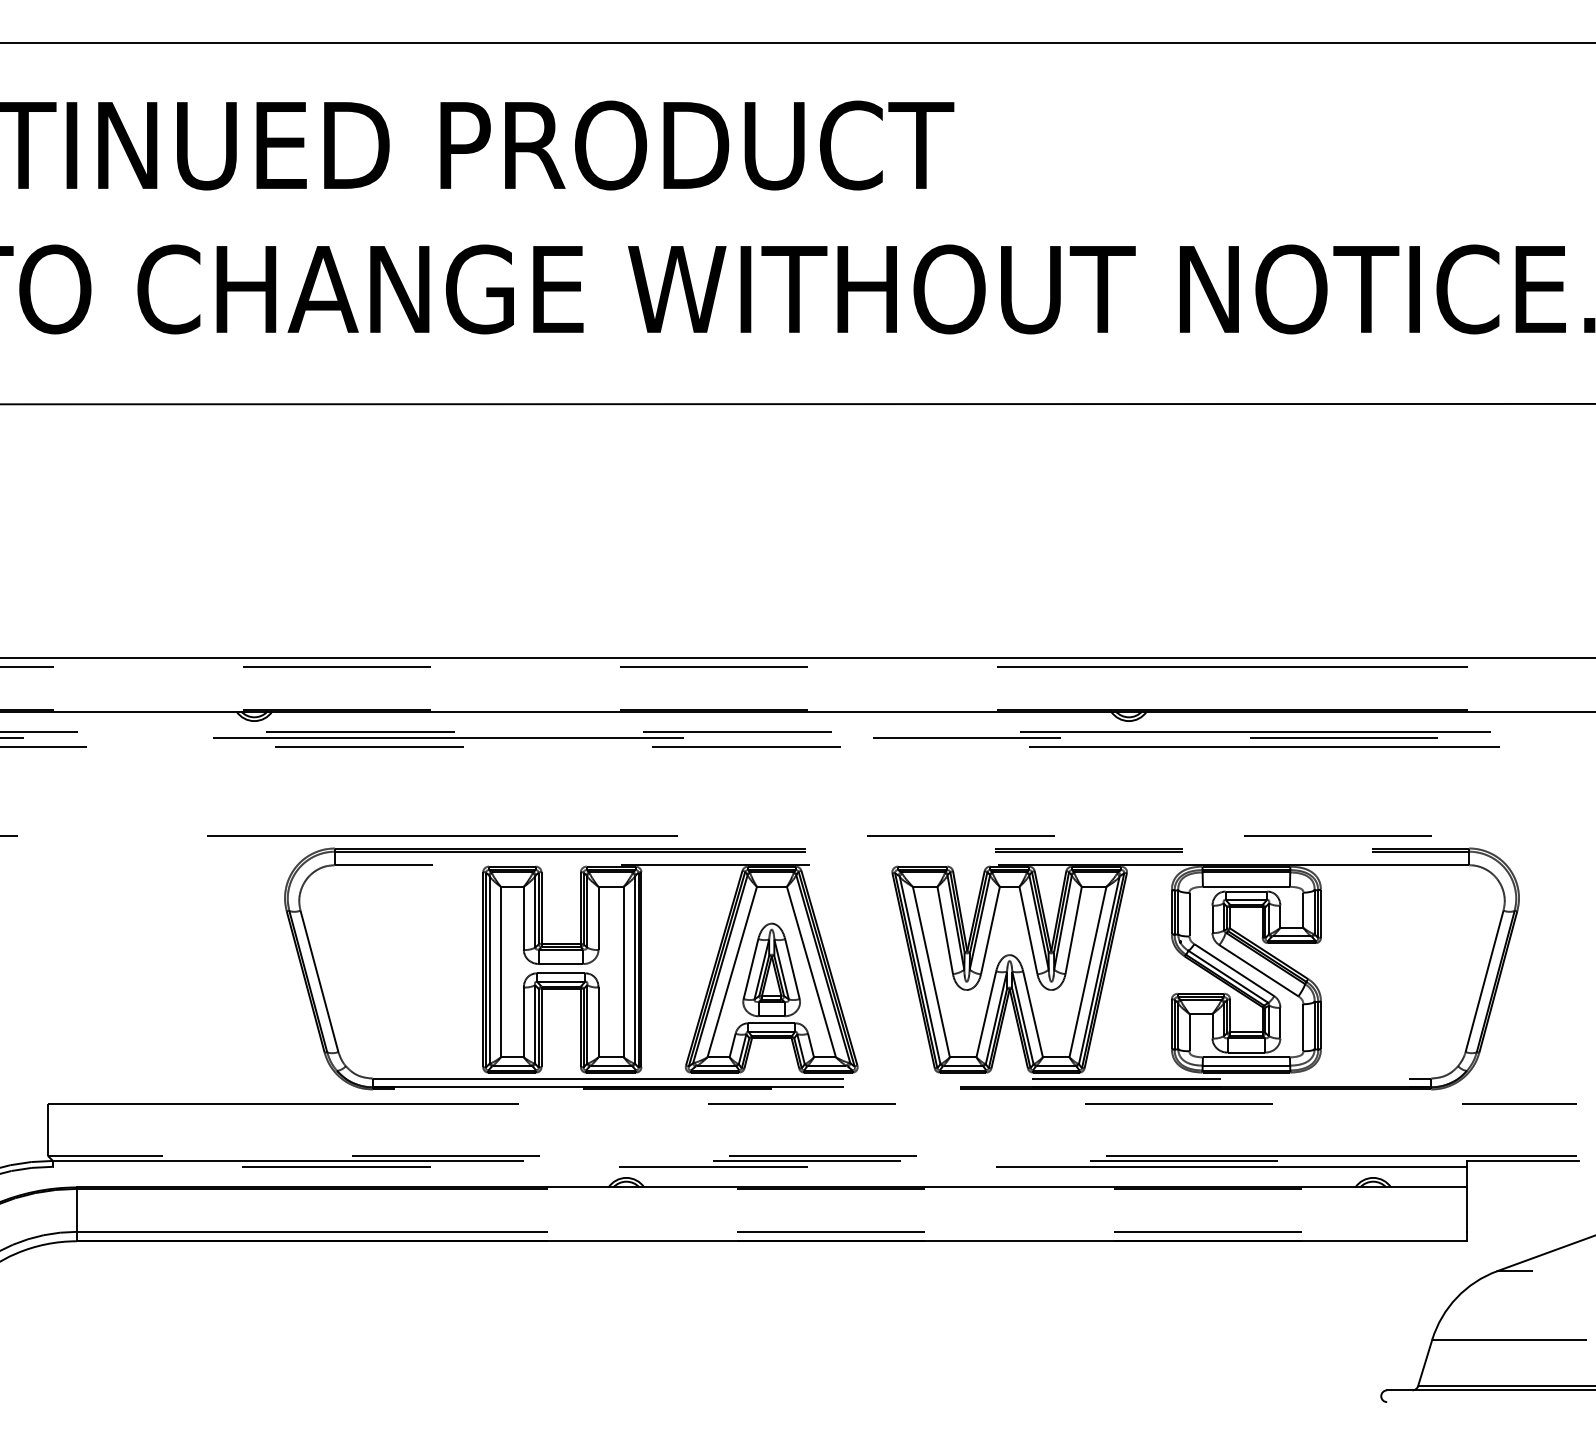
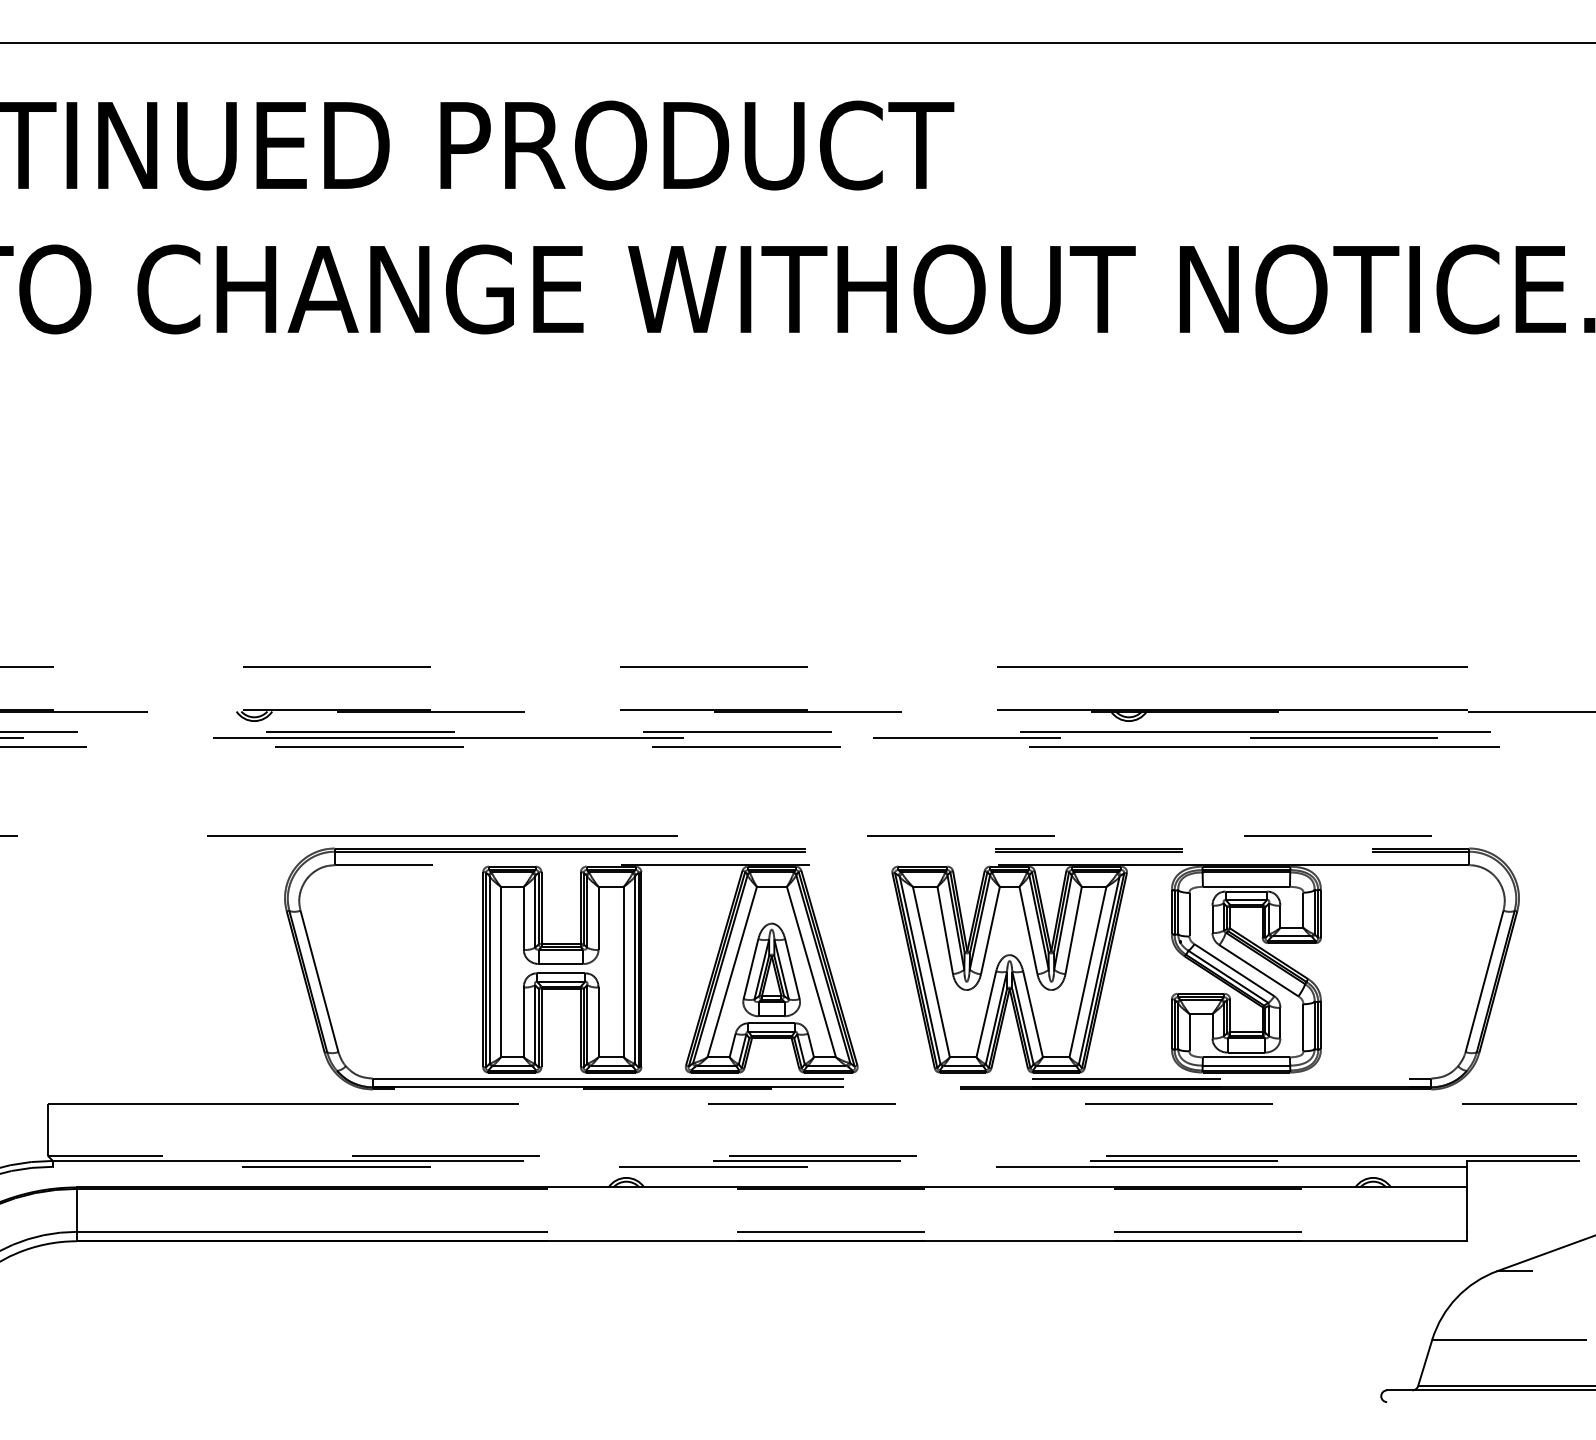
line at (797, 403): present -> none
line at (797, 657): present -> none
line at (798, 711): solid -> dashed
